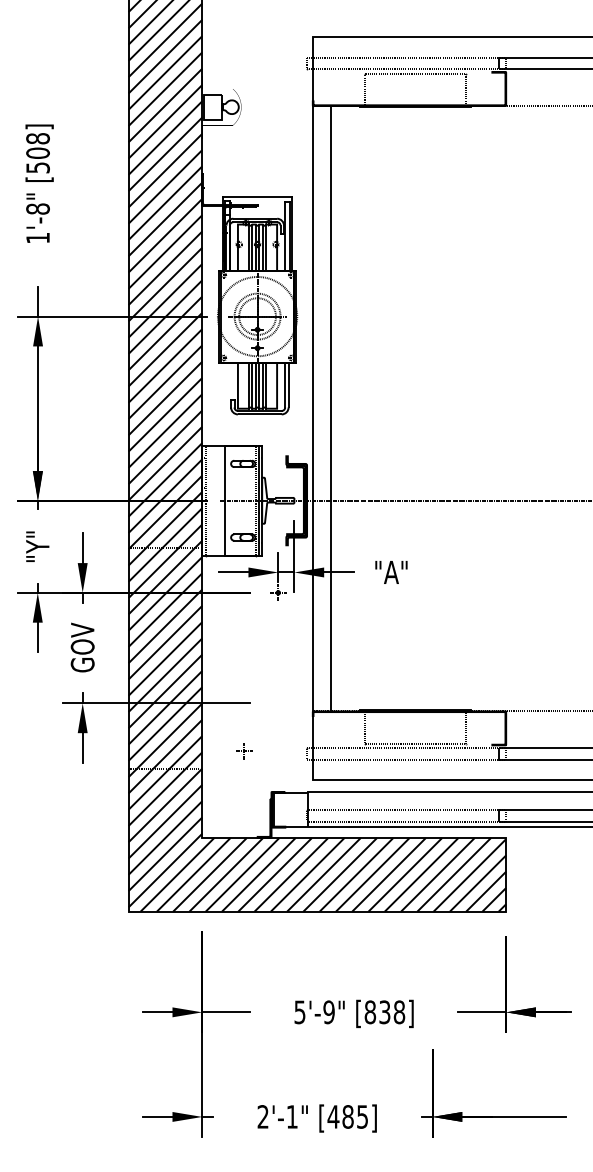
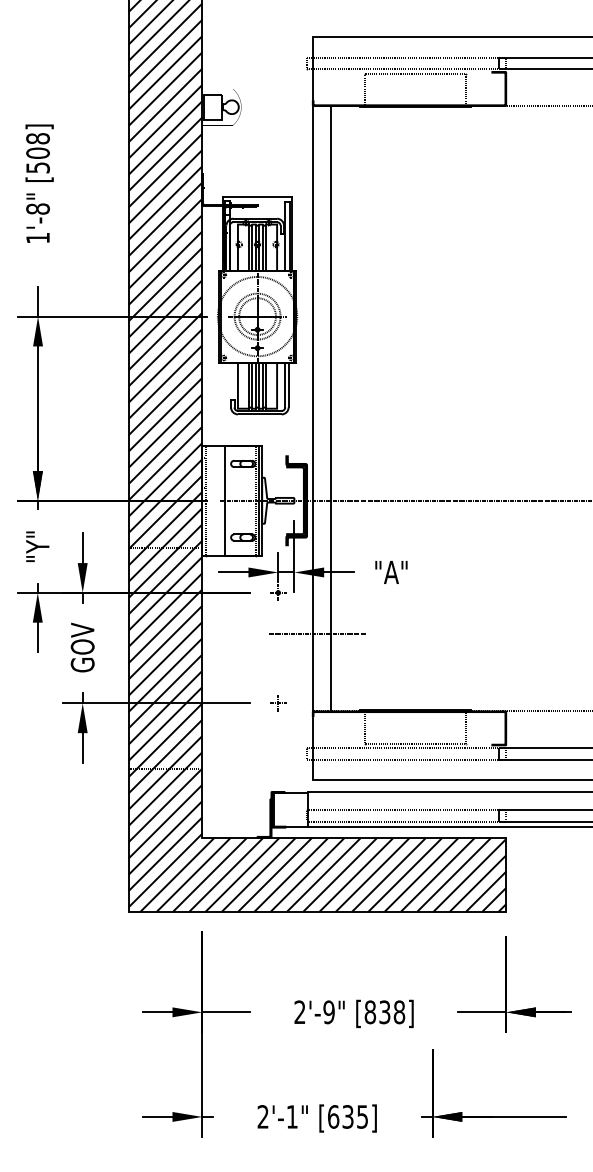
line at (317, 633): none -> present
part at (244, 751) position: (244, 751) -> (278, 703)
text at (299, 1012): 5'-9" -> 2'-9"
text at (340, 1116): [485] -> [635]
